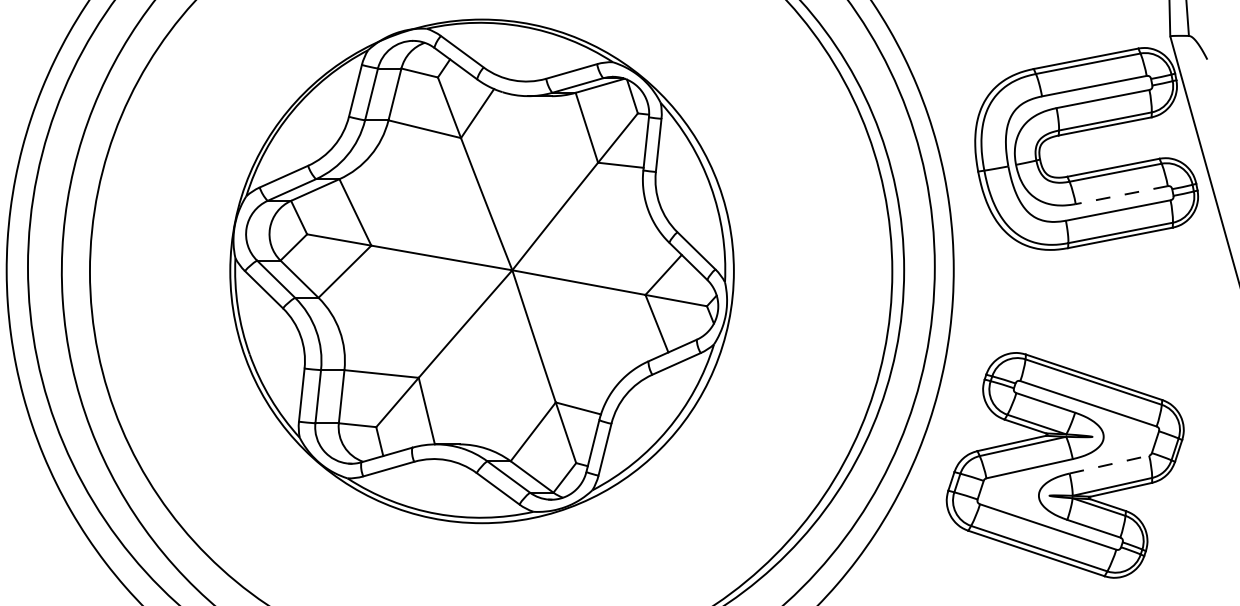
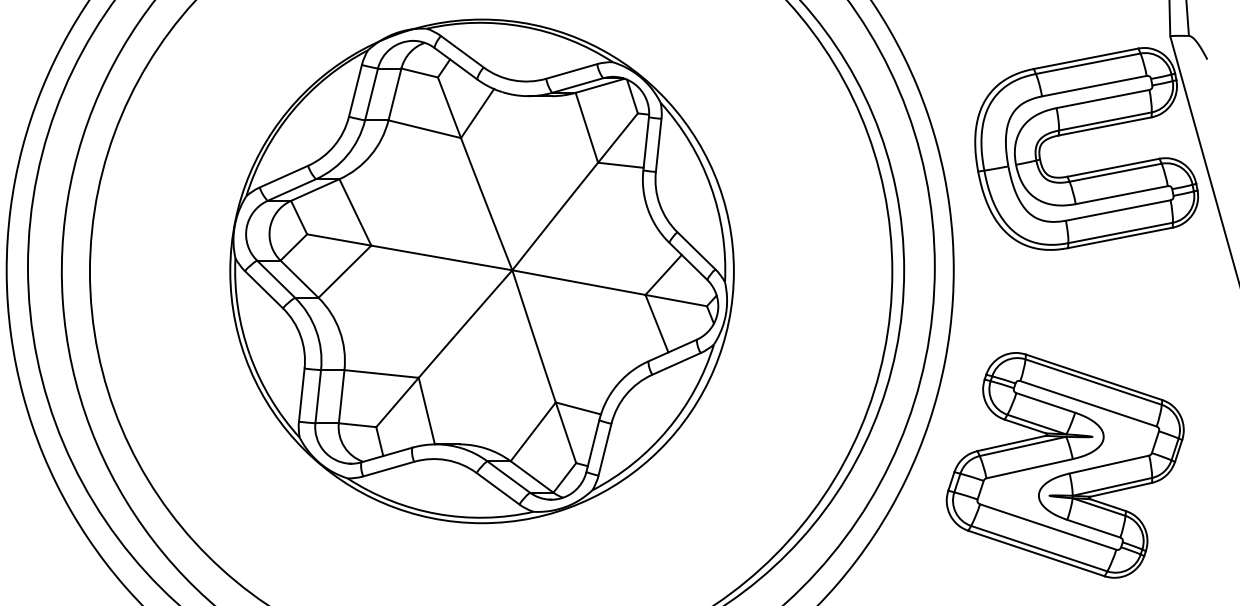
line at (1121, 195): dashed -> solid
line at (1109, 464): dashed -> solid
